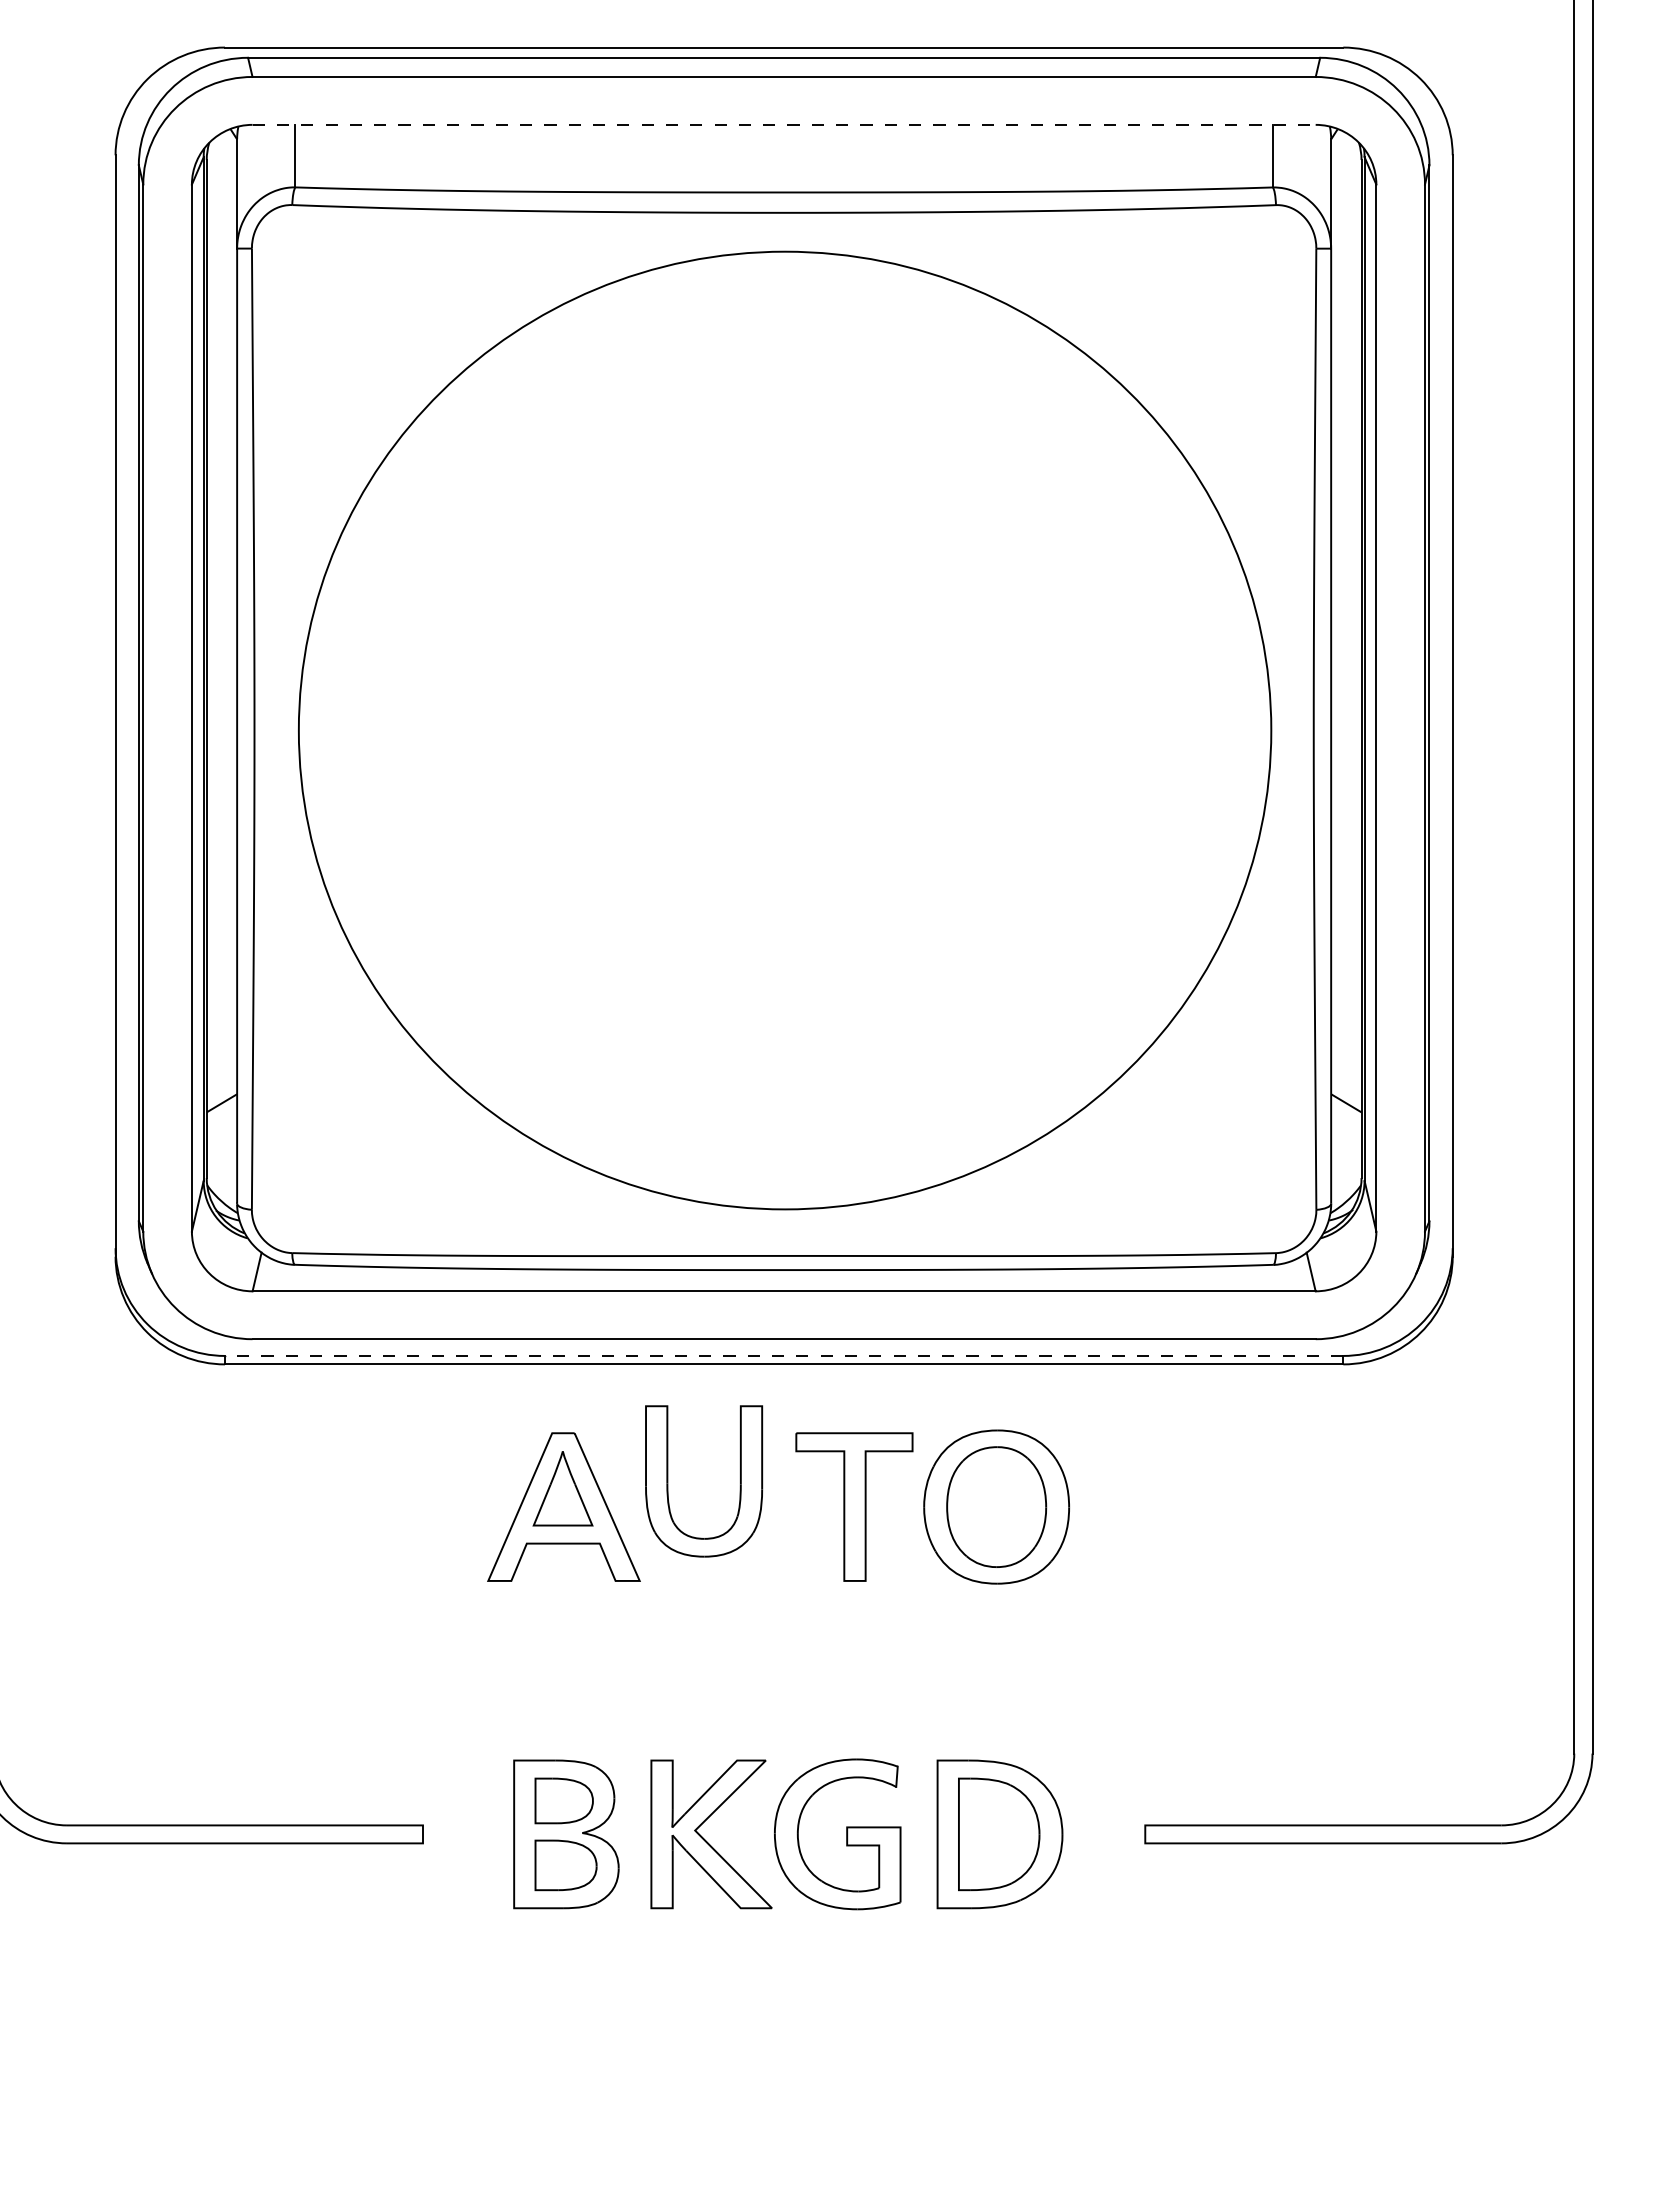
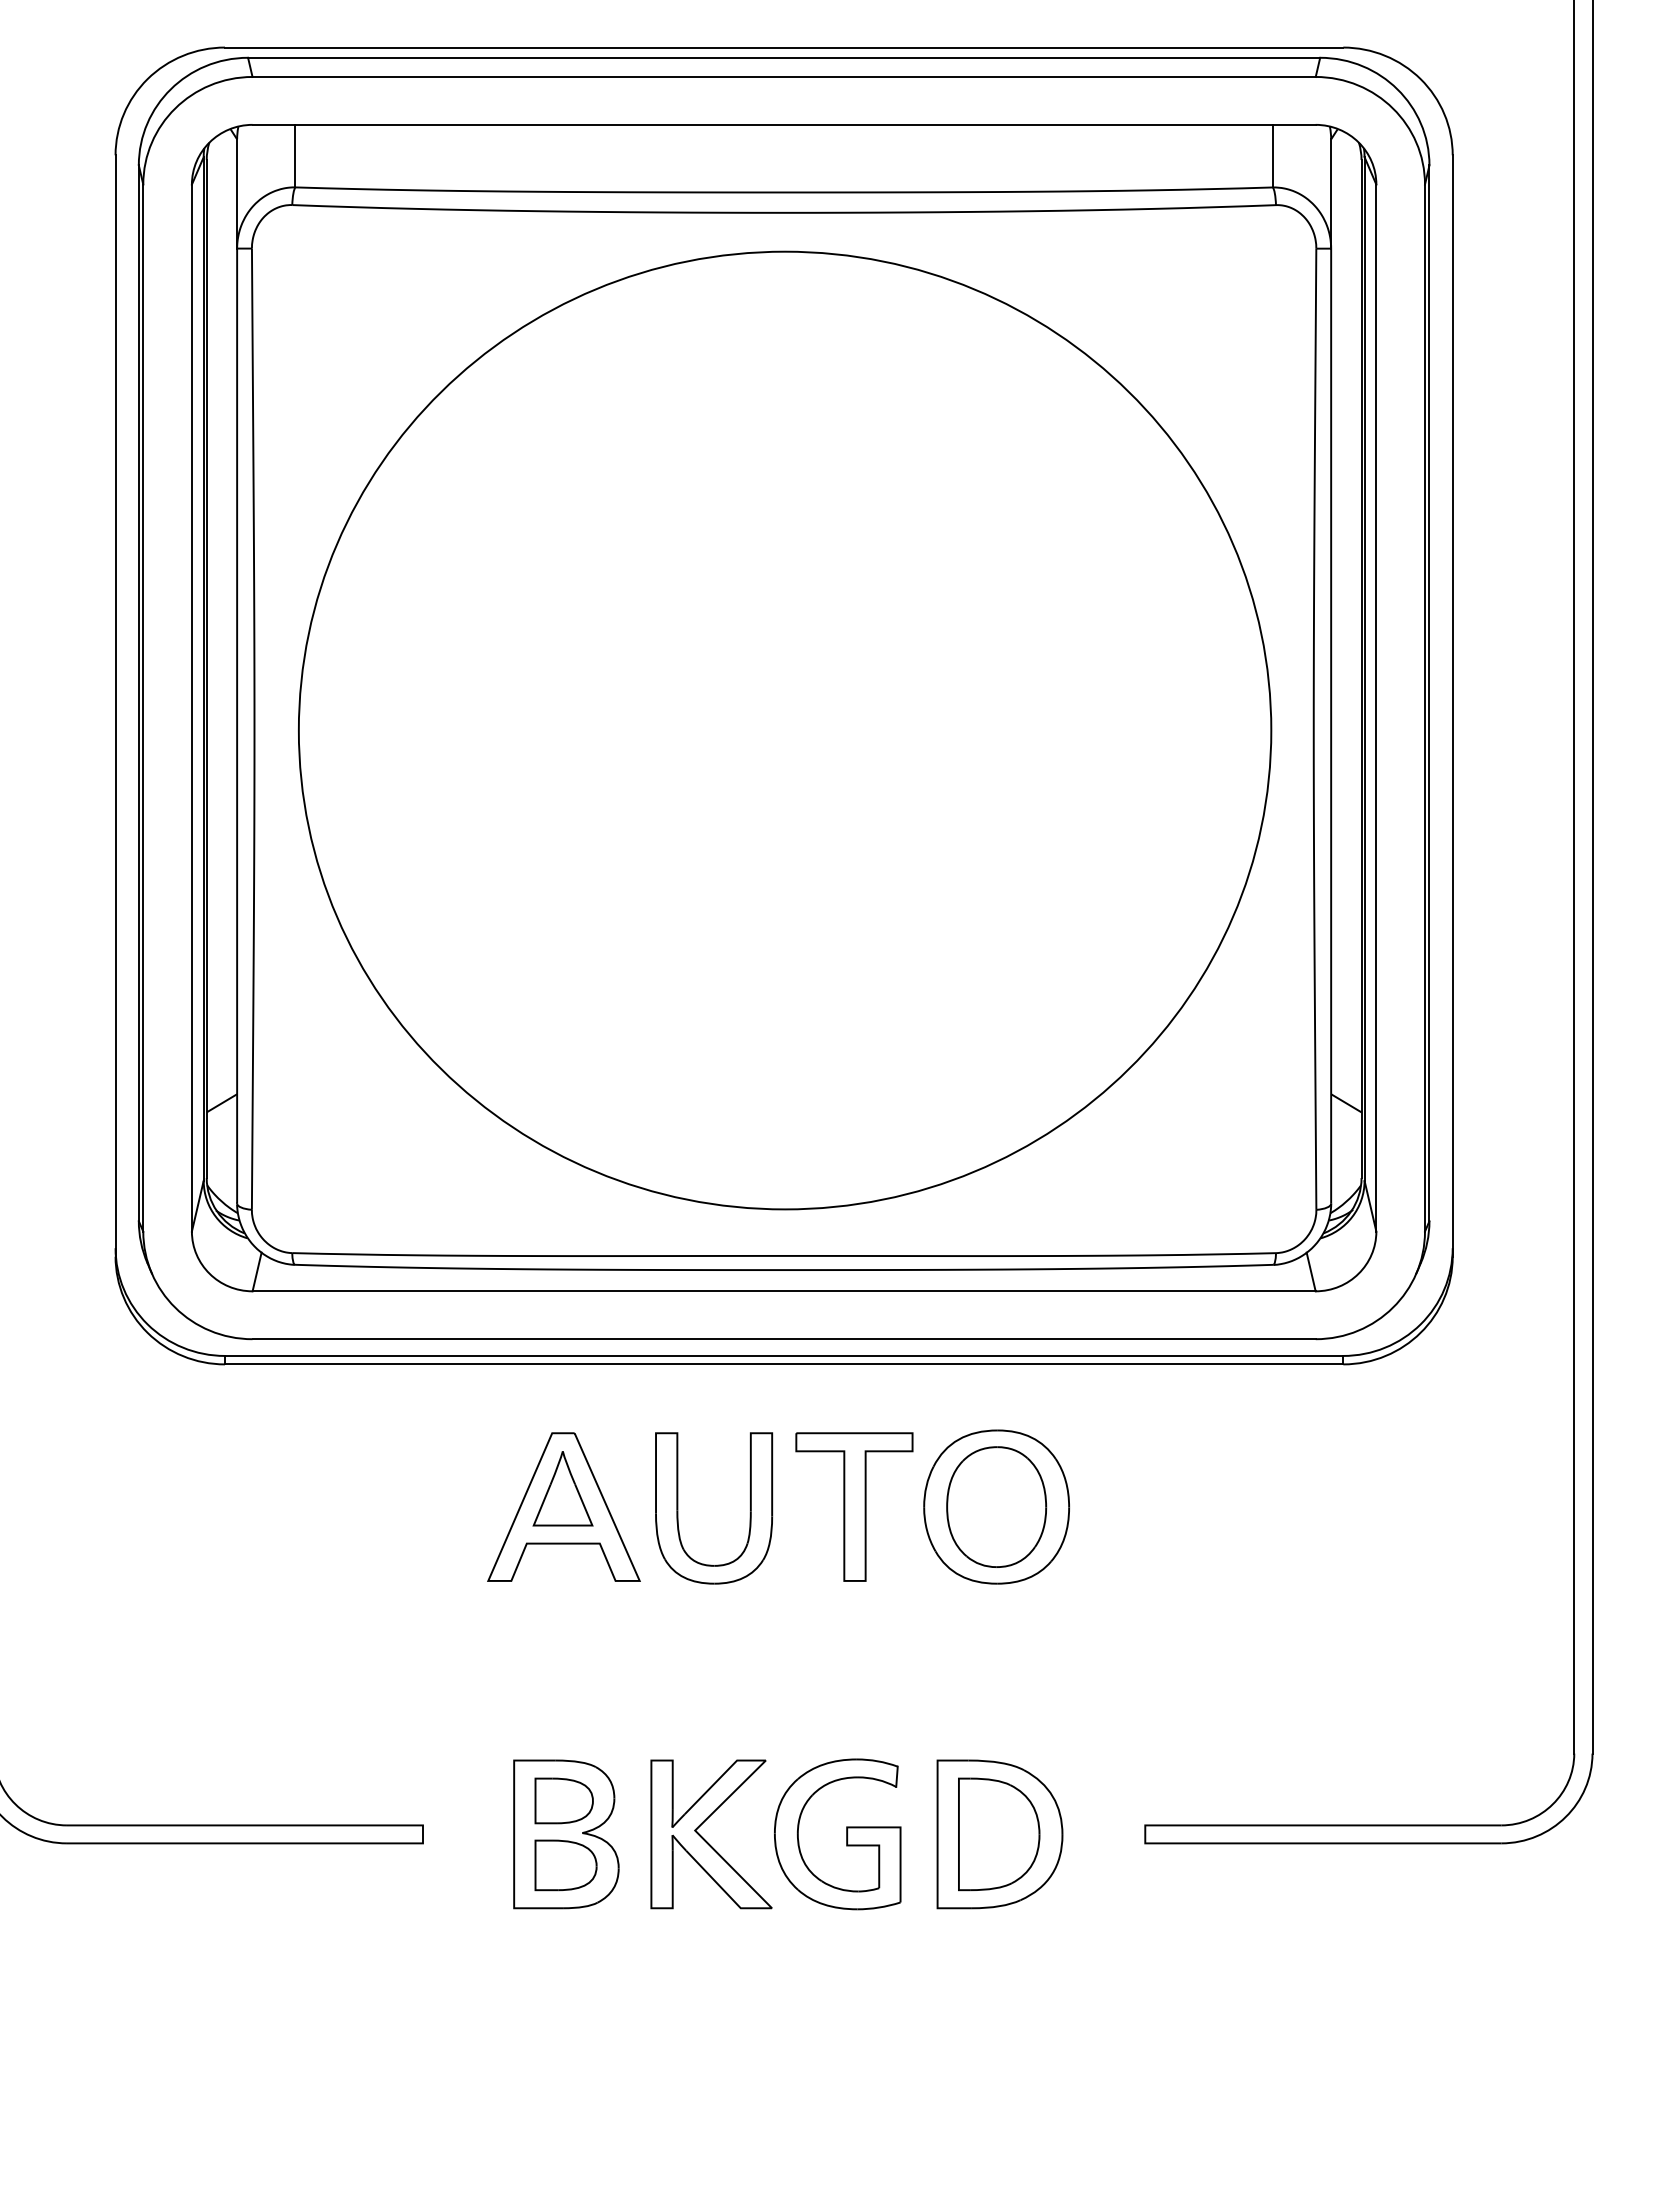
line at (784, 124): dashed -> solid
line at (783, 1355): dashed -> solid
part at (739, 1484) position: (739, 1484) -> (749, 1511)
